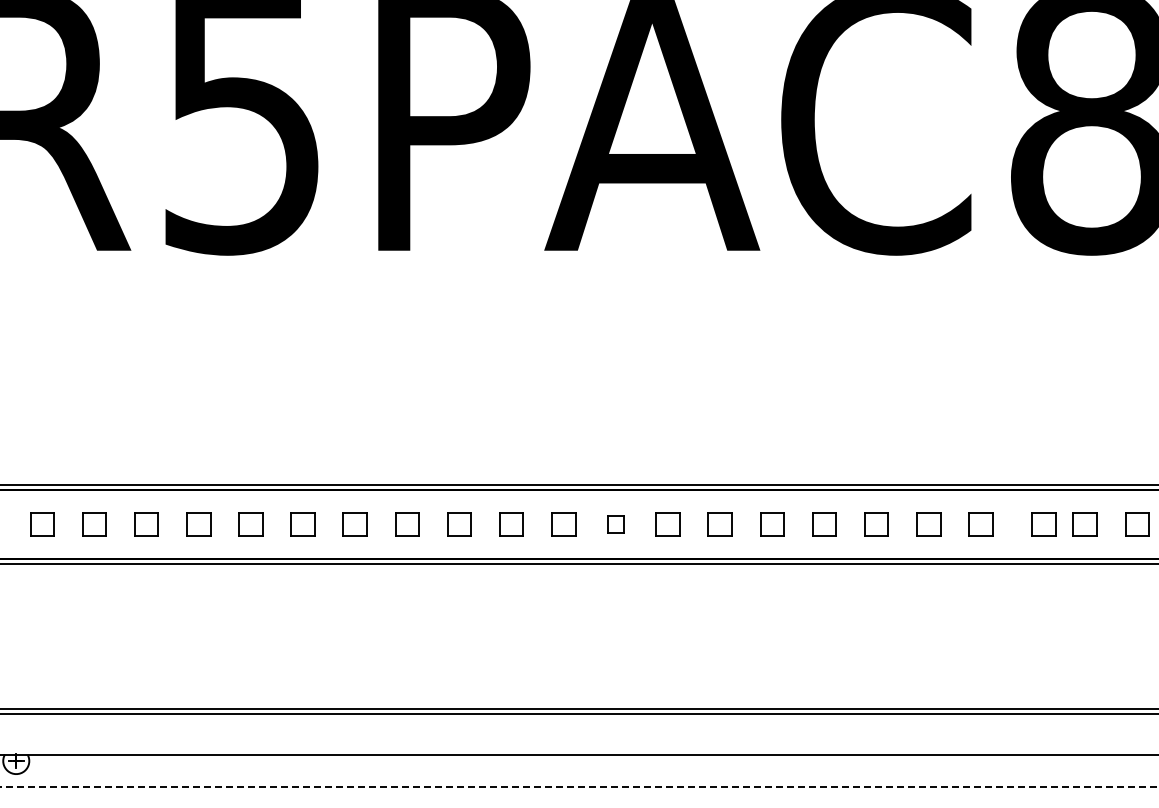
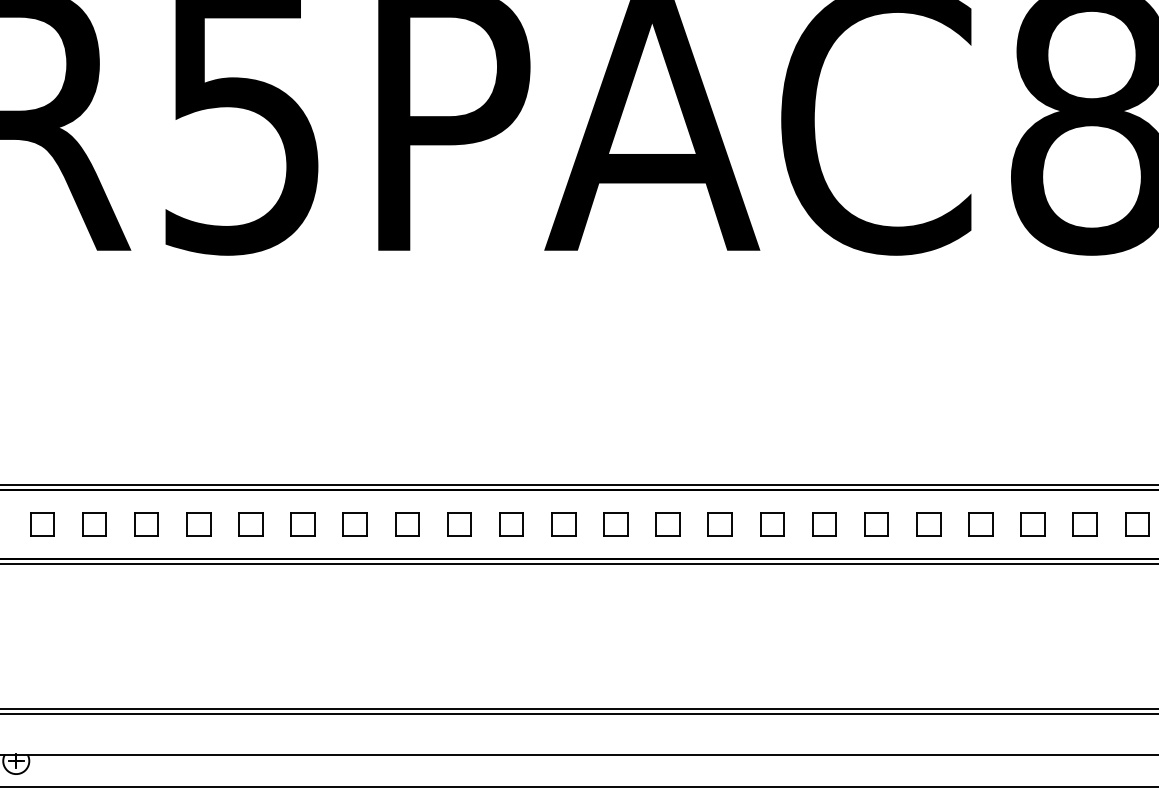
part at (615, 524) size: 18x19 px -> 26x25 px
part at (1043, 524) position: (1043, 524) -> (1032, 524)
line at (579, 787): dashed -> solid
